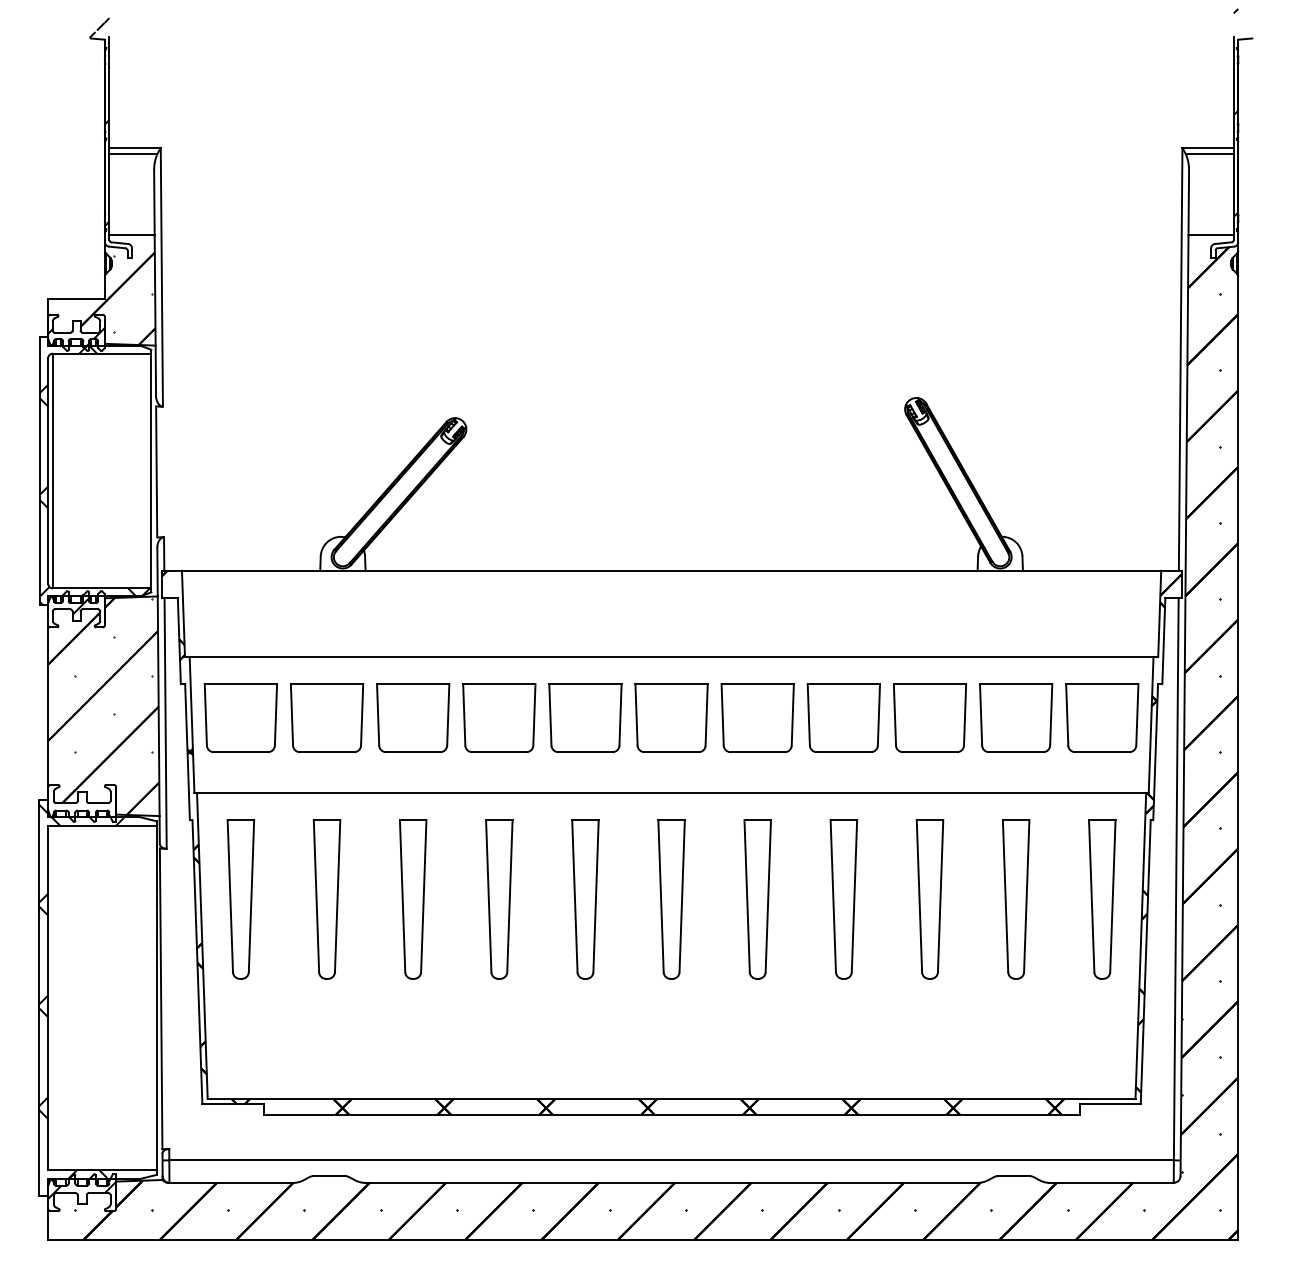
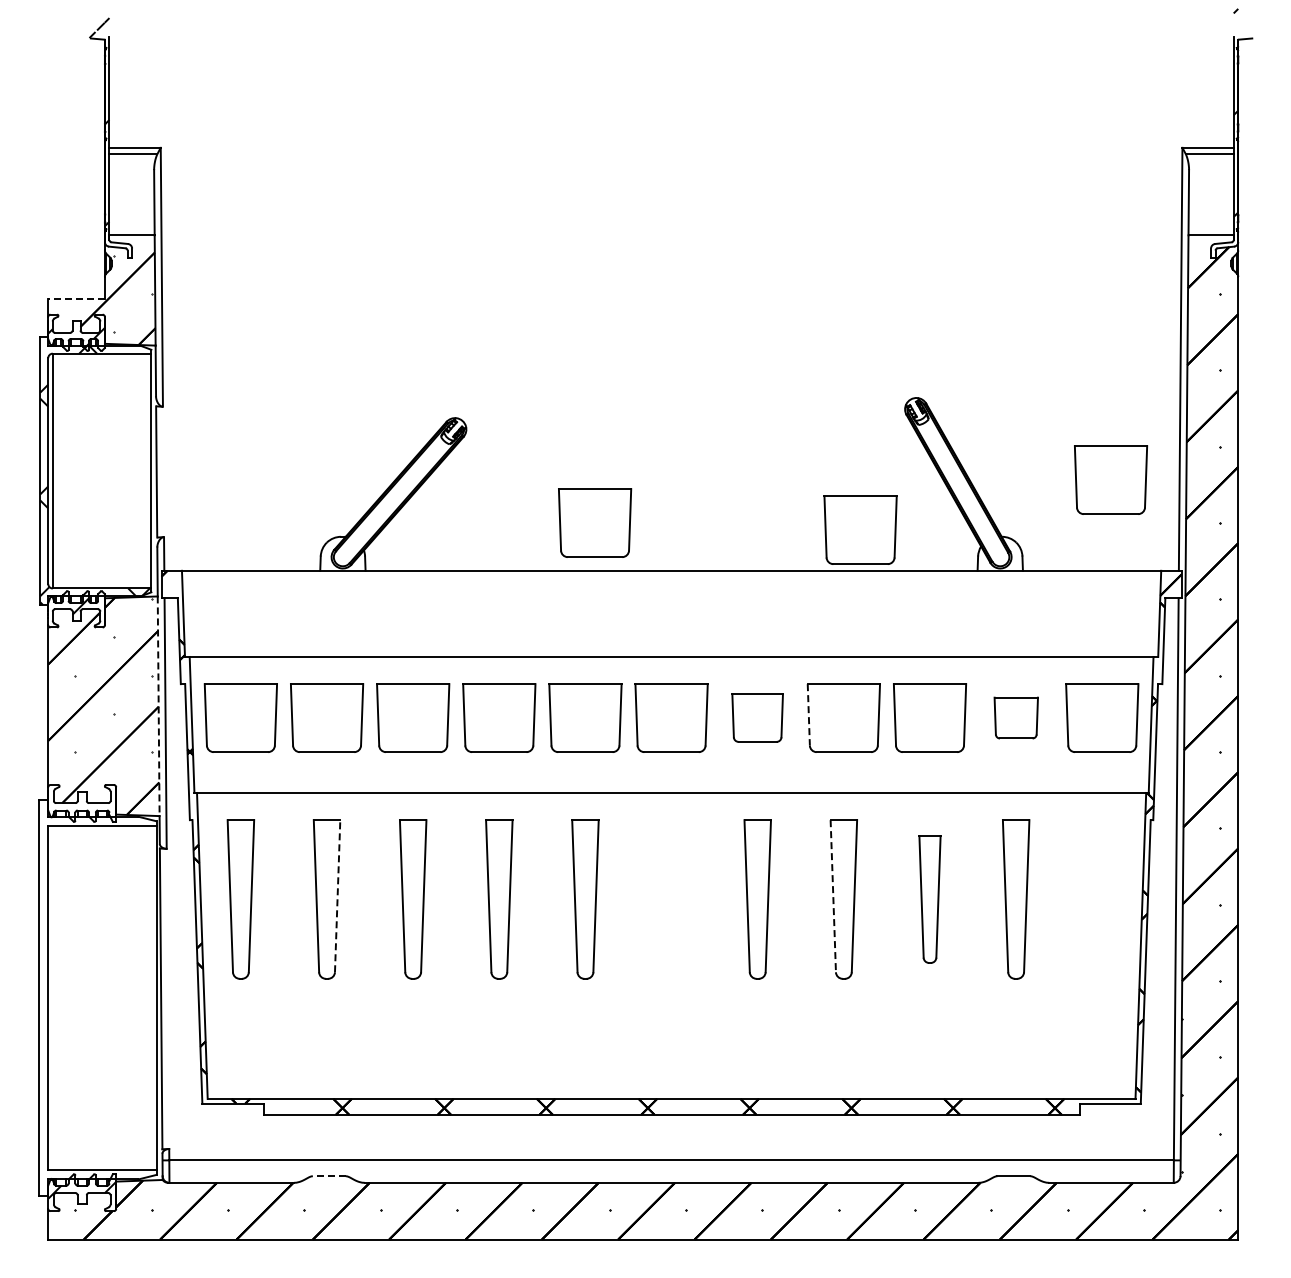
line at (76, 298): solid -> dashed
part at (1110, 479): none -> present
part at (595, 522): none -> present
part at (860, 529): none -> present
line at (158, 706): solid -> dashed
line at (808, 714): solid -> dashed
part at (757, 717) size: 75x70 px -> 53x50 px
part at (1016, 717) size: 75x70 px -> 46x44 px
line at (337, 895): solid -> dashed
line at (833, 896): solid -> dashed
part at (671, 899): present -> none
part at (929, 899) size: 30x161 px -> 24x129 px
part at (1102, 899): present -> none
hatch at (81, 989): present -> none
line at (328, 1176): solid -> dashed
